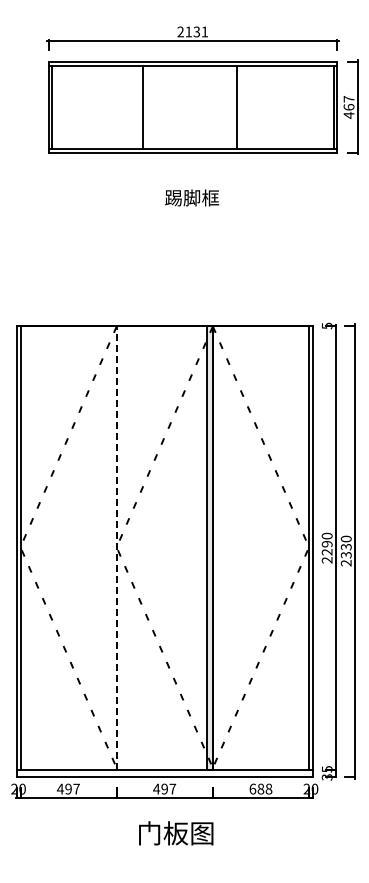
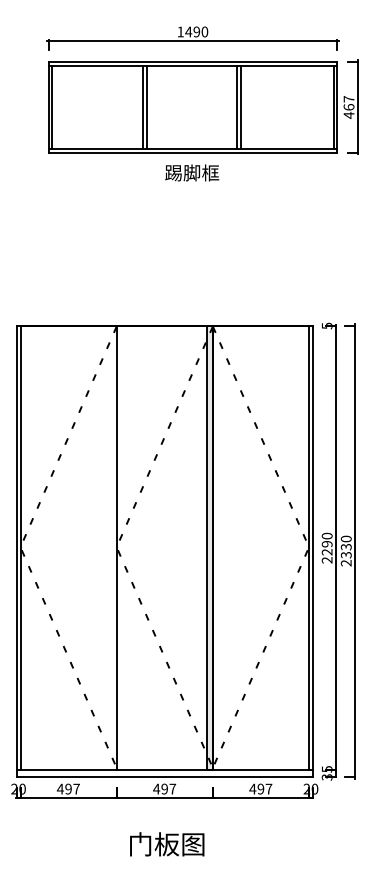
text at (192, 31): 2131 -> 1490
line at (146, 107): none -> present
line at (240, 107): none -> present
text at (192, 197) position: (192, 197) -> (192, 172)
line at (116, 548): dashed -> solid
text at (260, 788): 688 -> 497
text at (176, 833) position: (176, 833) -> (167, 844)
